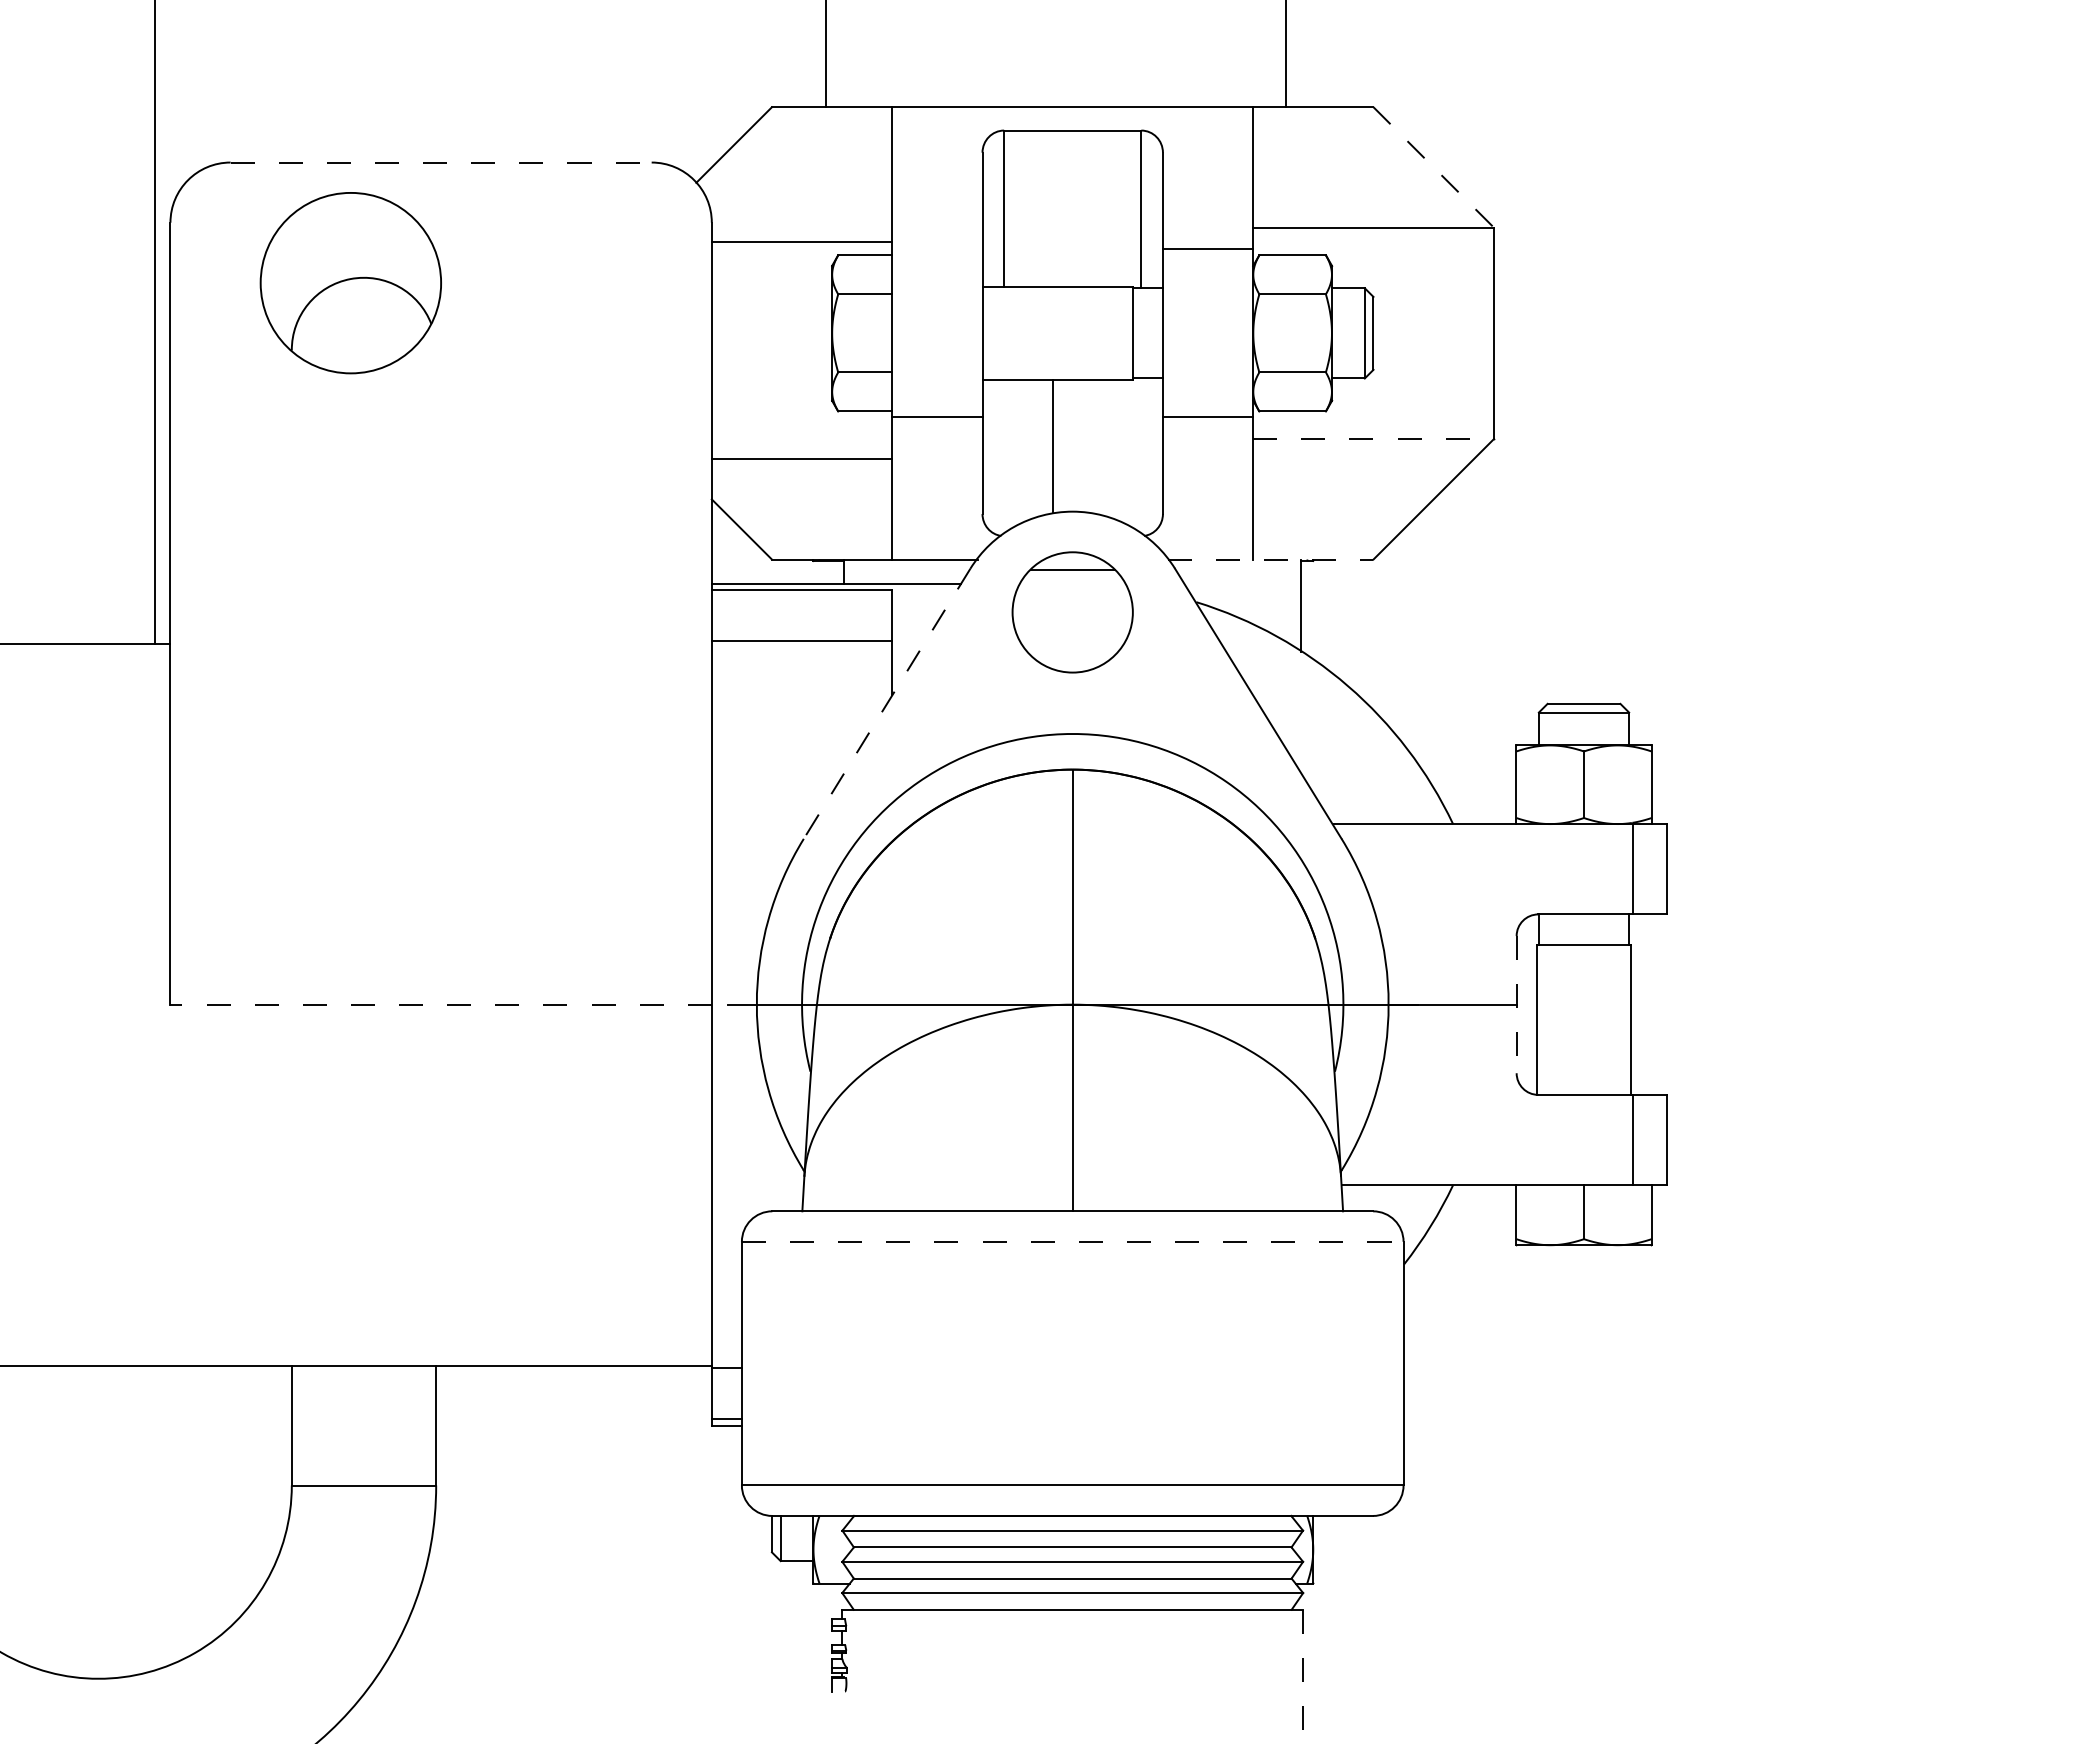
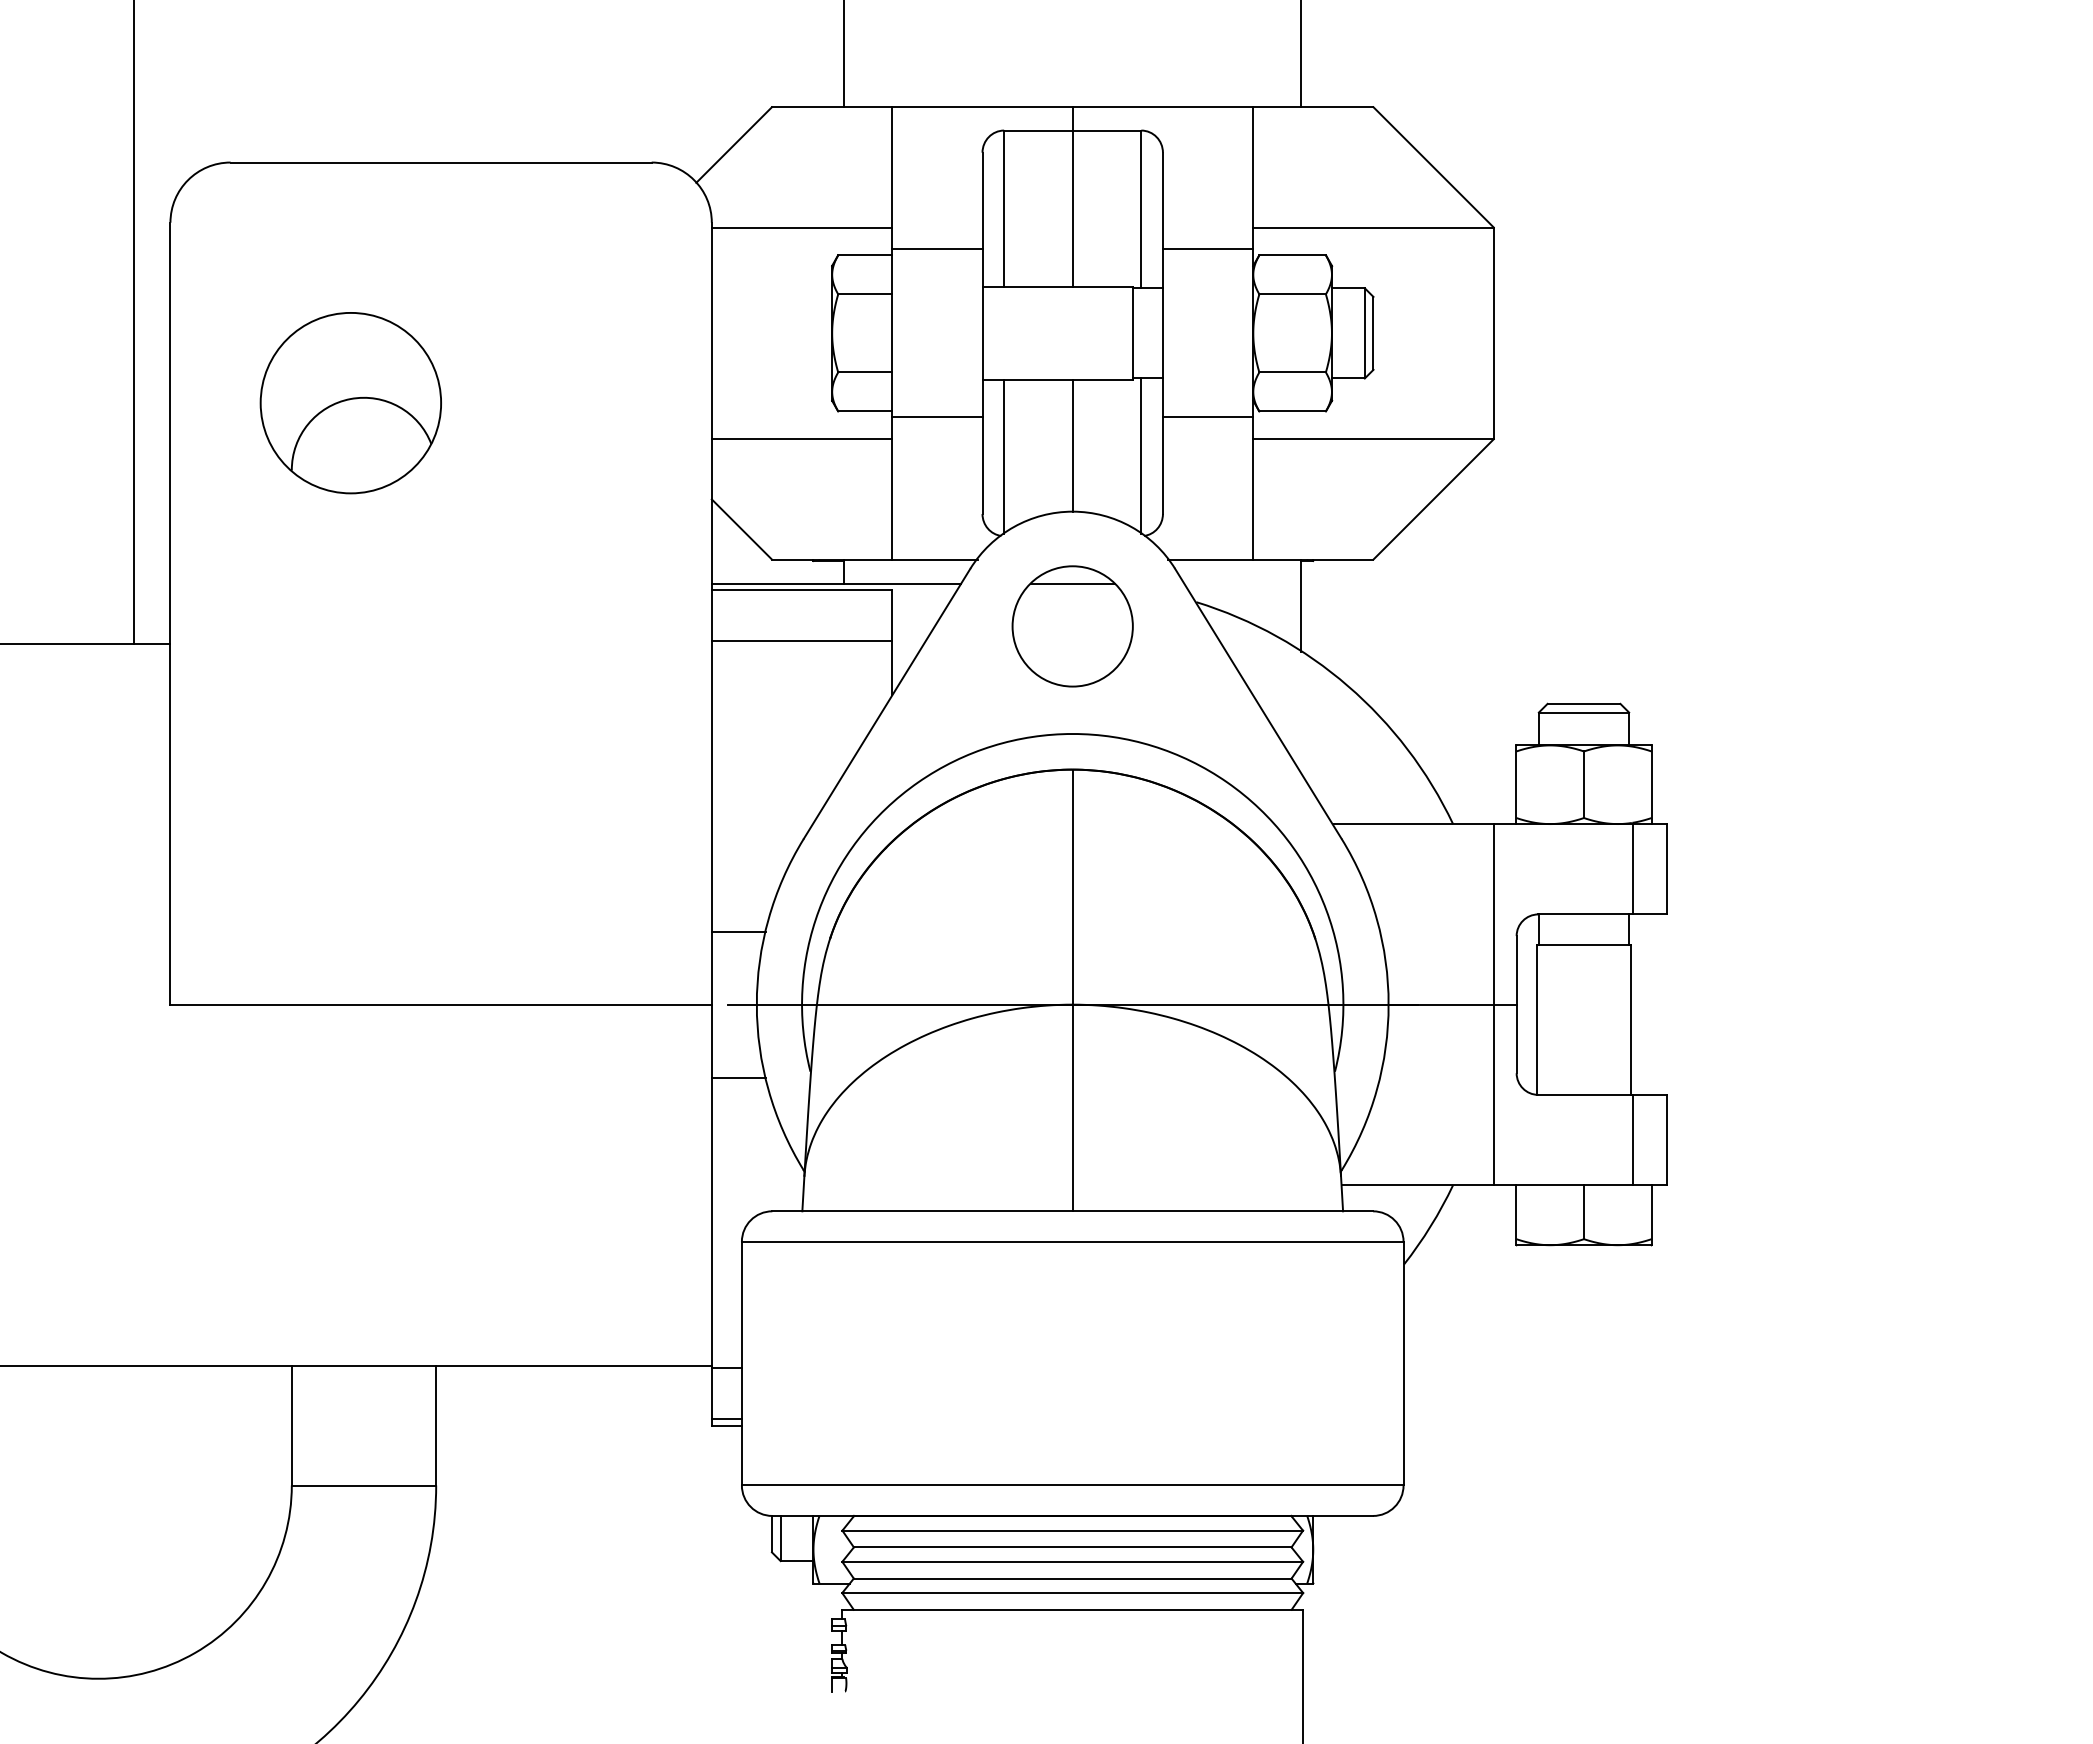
line at (826, 54) position: (826, 54) -> (844, 54)
line at (1286, 54) position: (1286, 54) -> (1301, 54)
line at (441, 162): dashed -> solid
line at (1433, 167): dashed -> solid
line at (1072, 196): none -> present
line at (801, 241) position: (801, 241) -> (801, 227)
line at (937, 249): none -> present
part at (350, 283) position: (350, 283) -> (350, 403)
line at (154, 322) position: (154, 322) -> (133, 322)
line at (1373, 439): dashed -> solid
line at (1052, 445) position: (1052, 445) -> (1072, 445)
line at (1141, 455): none -> present
line at (1004, 456): none -> present
line at (801, 459) position: (801, 459) -> (801, 439)
line at (1270, 559): dashed -> solid
part at (1072, 612) position: (1072, 612) -> (1072, 626)
line at (887, 703): dashed -> solid
line at (738, 931): none -> present
line at (441, 1004): dashed -> solid
line at (1493, 1004): none -> present
line at (1516, 1004): dashed -> solid
line at (738, 1077): none -> present
line at (1072, 1241): dashed -> solid
line at (1303, 1676): dashed -> solid
